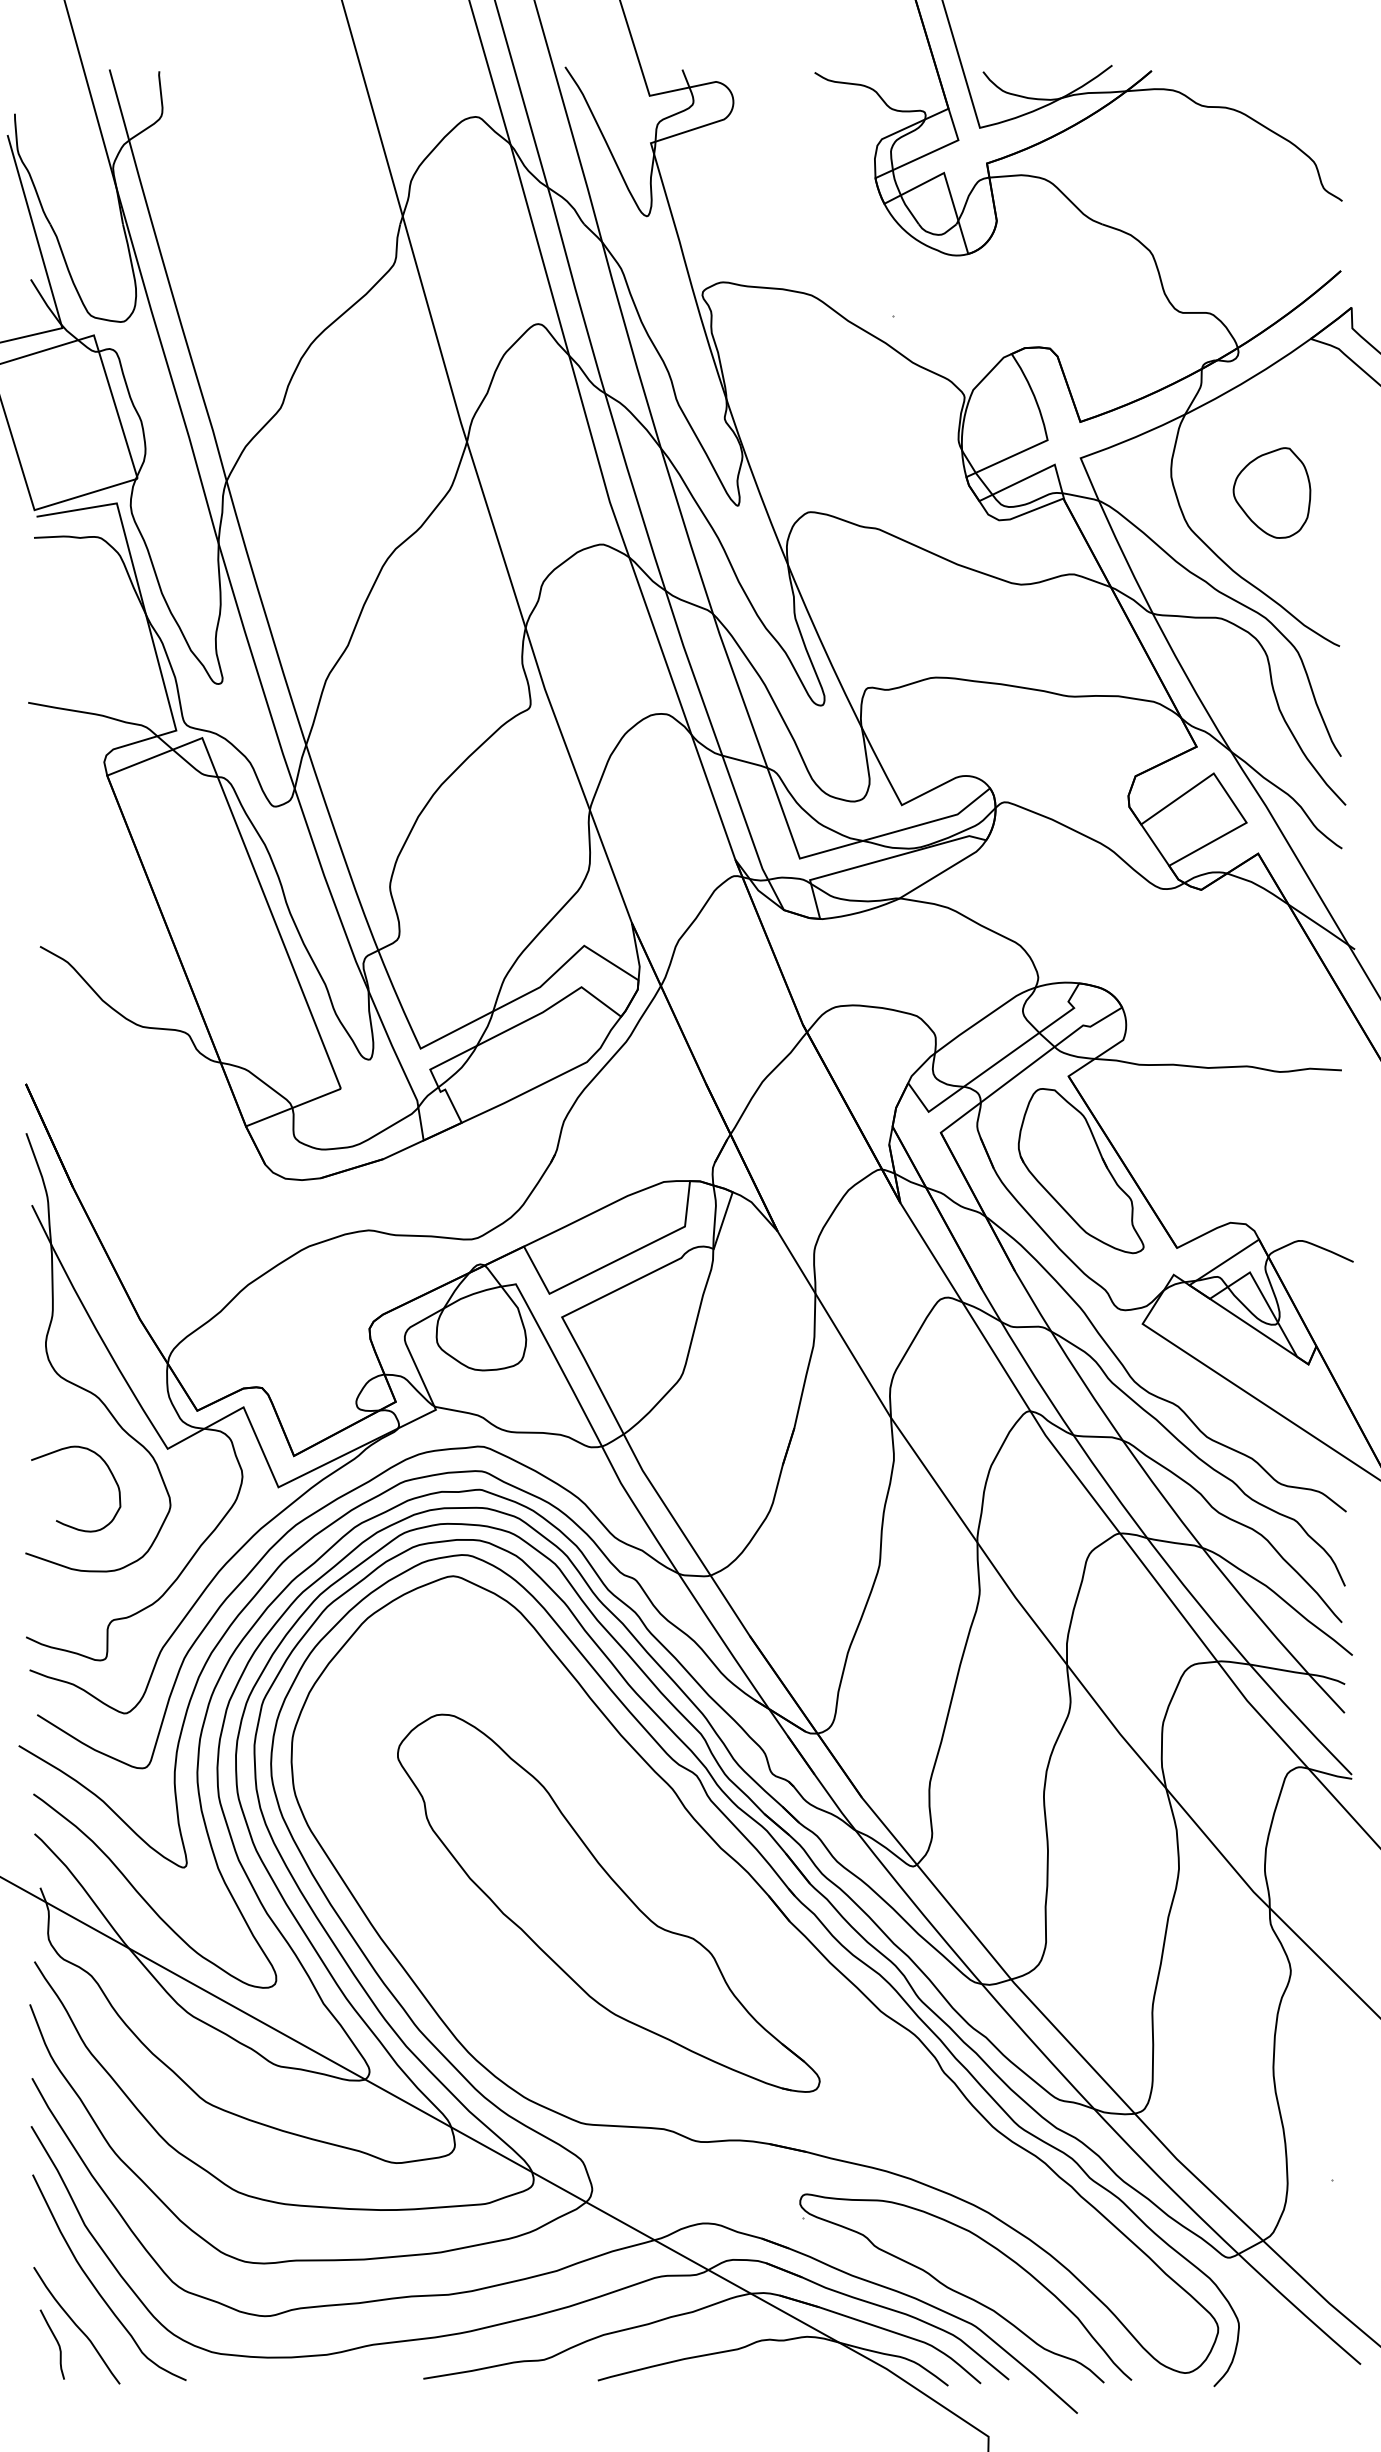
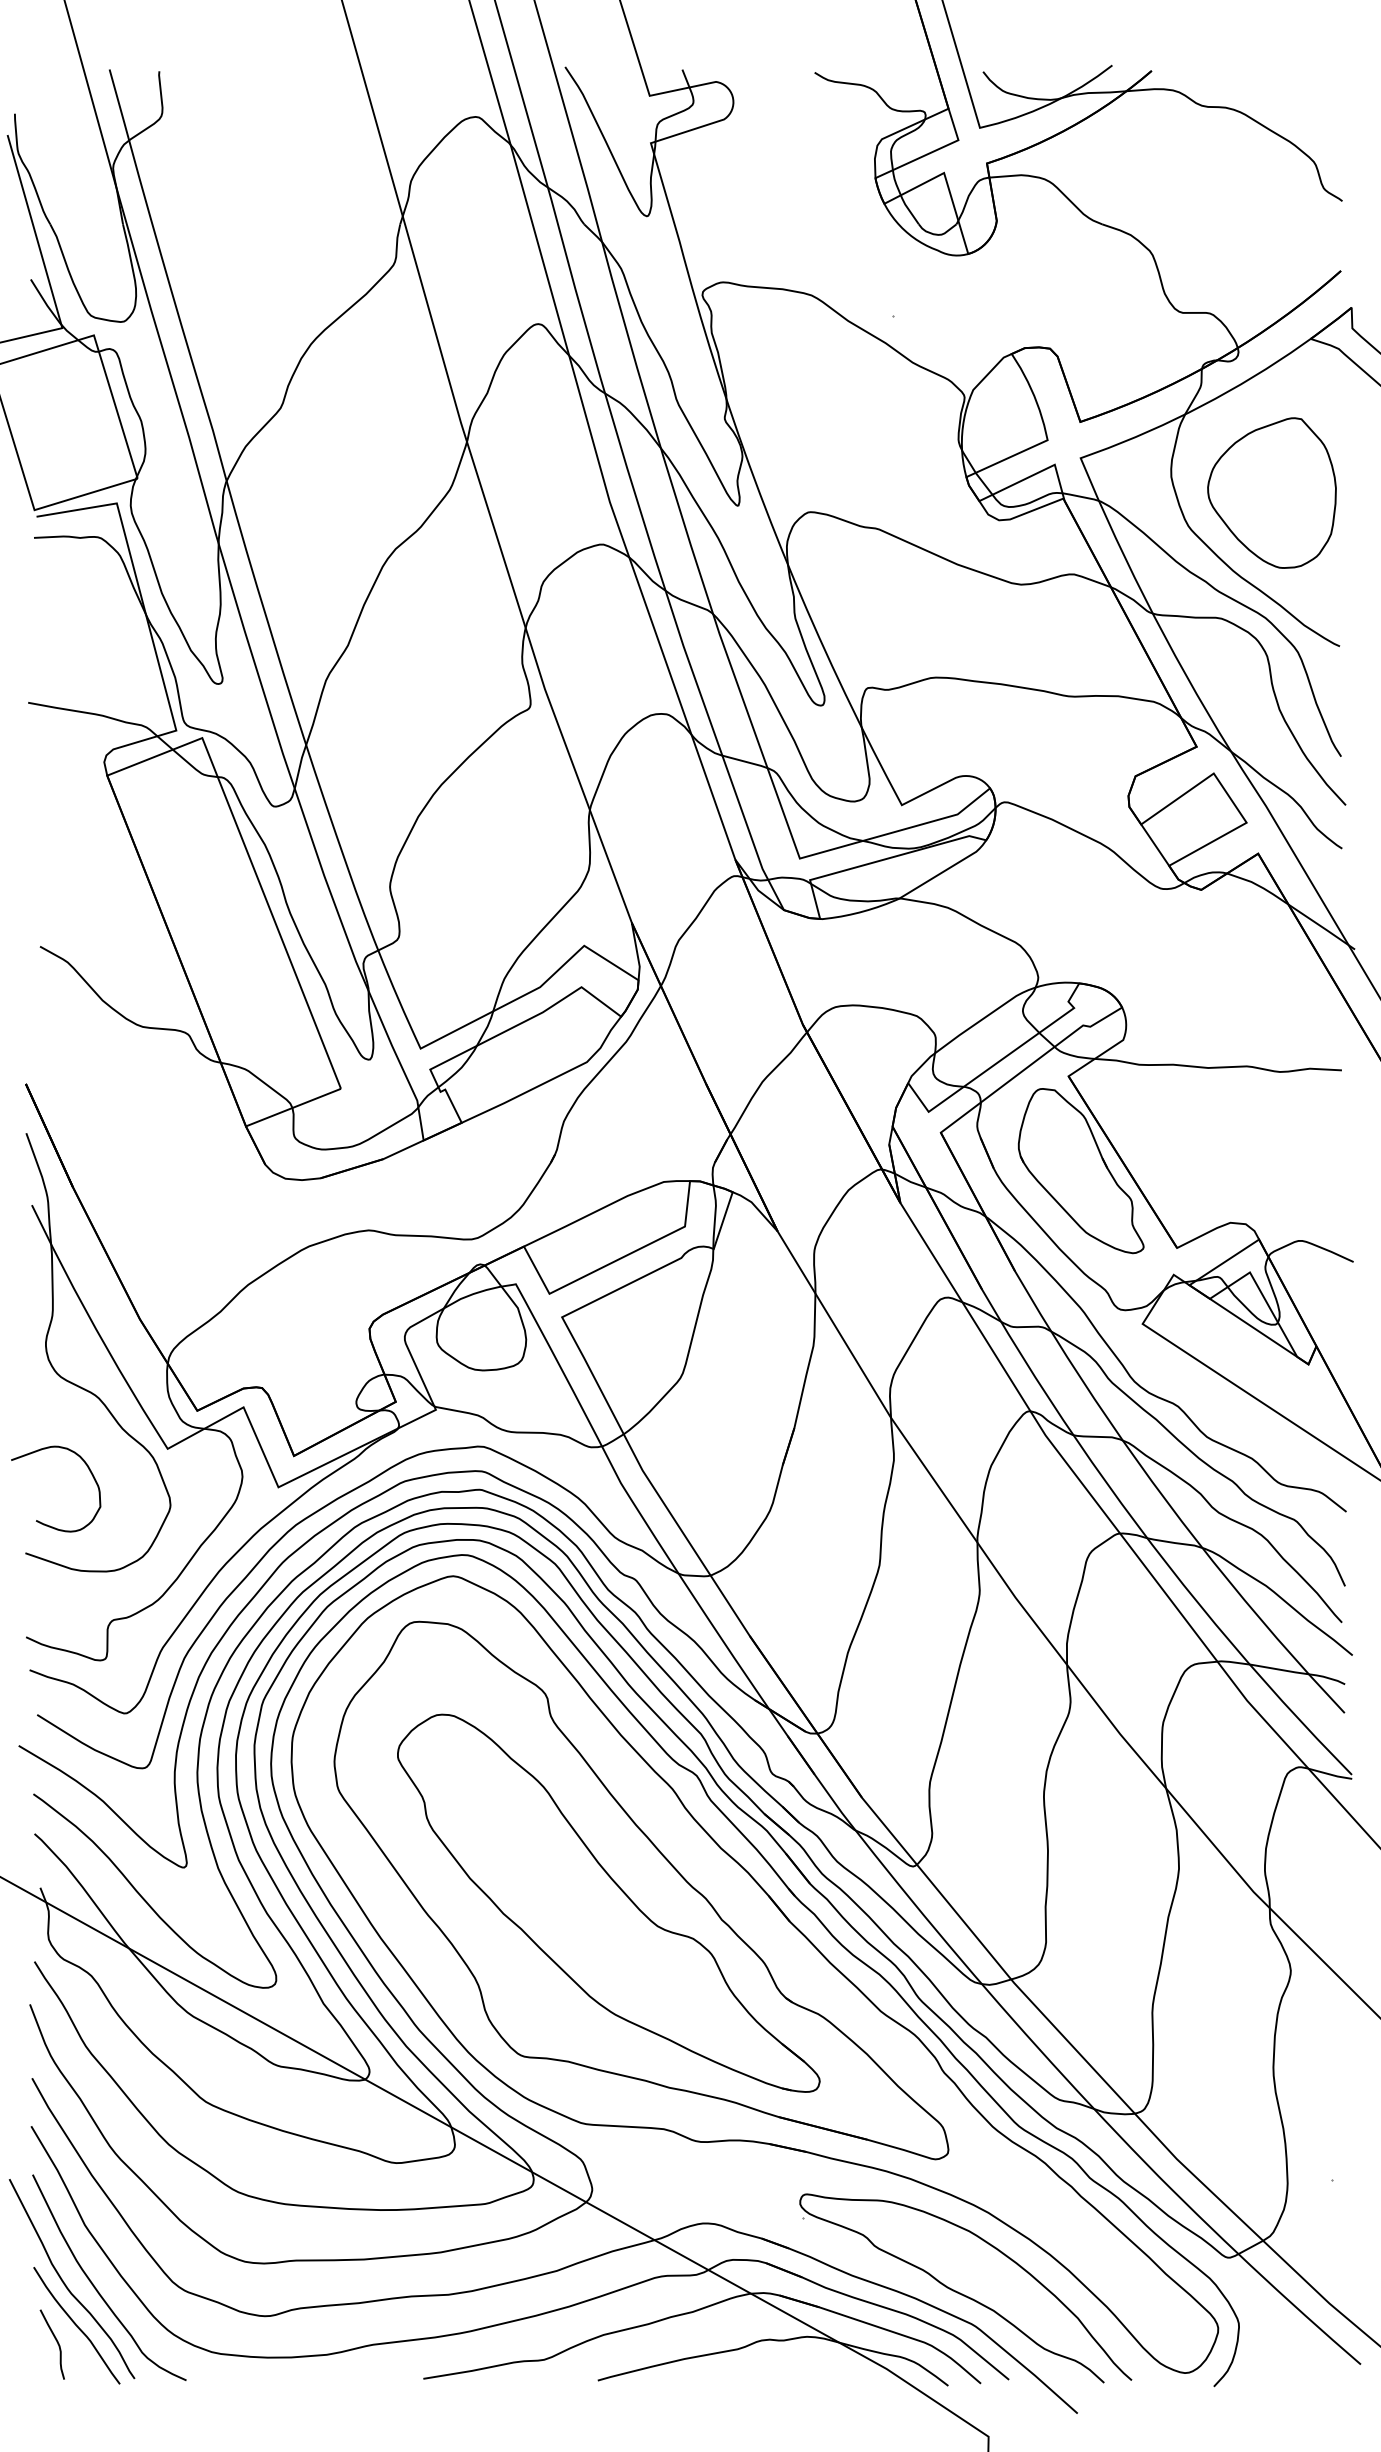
part at (1271, 492) size: 80x92 px -> 130x152 px
curve at (60, 1521) position: (60, 1521) -> (40, 1521)
part at (641, 1890): none -> present
curve at (65, 2283): none -> present
